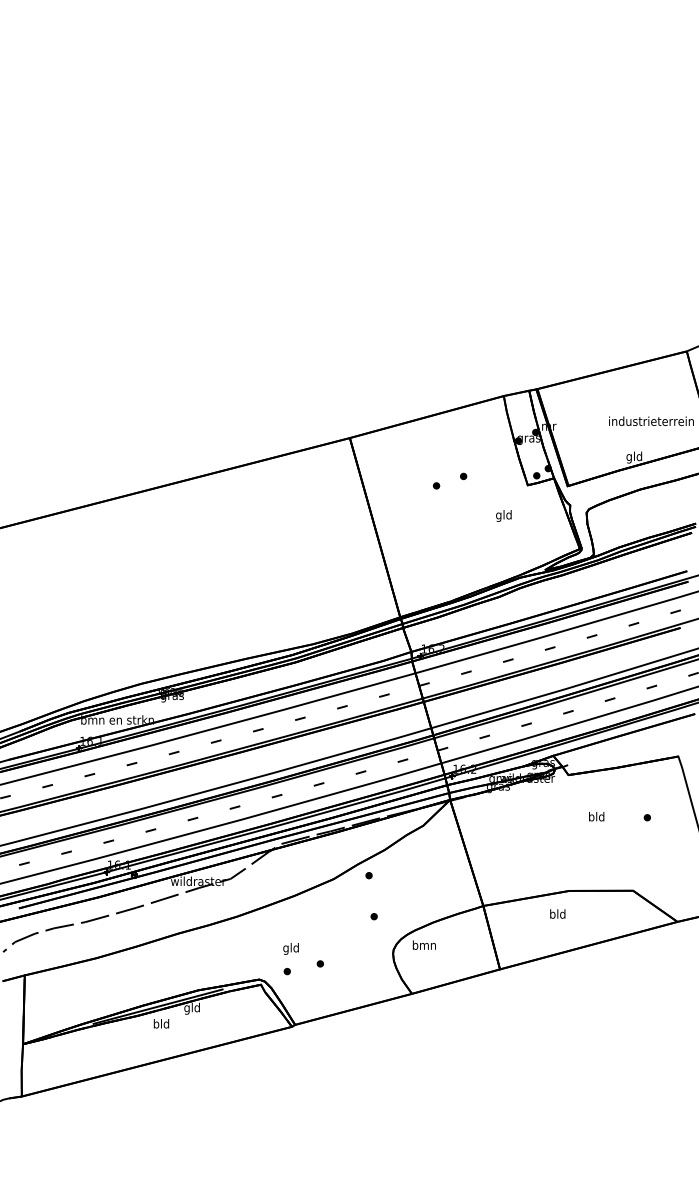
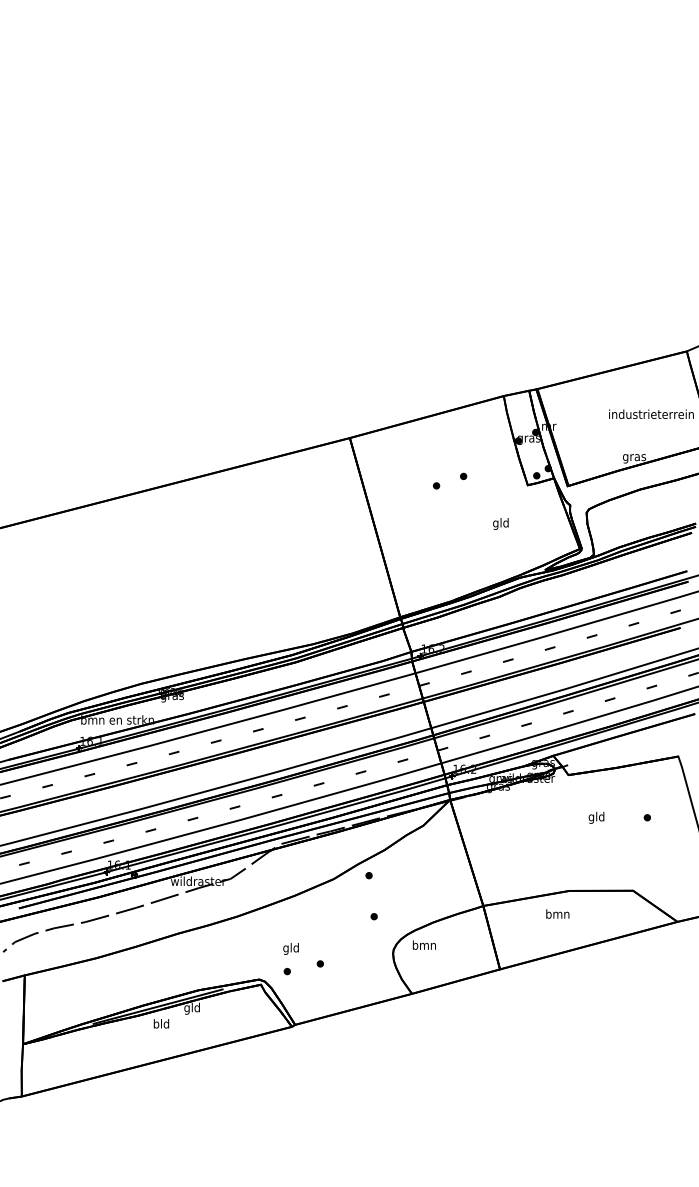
text at (651, 420) position: (651, 420) -> (651, 413)
text at (634, 457): gld -> gras
text at (503, 515) position: (503, 515) -> (500, 523)
text at (591, 817): bld -> gld
text at (557, 913): bld -> bmn
